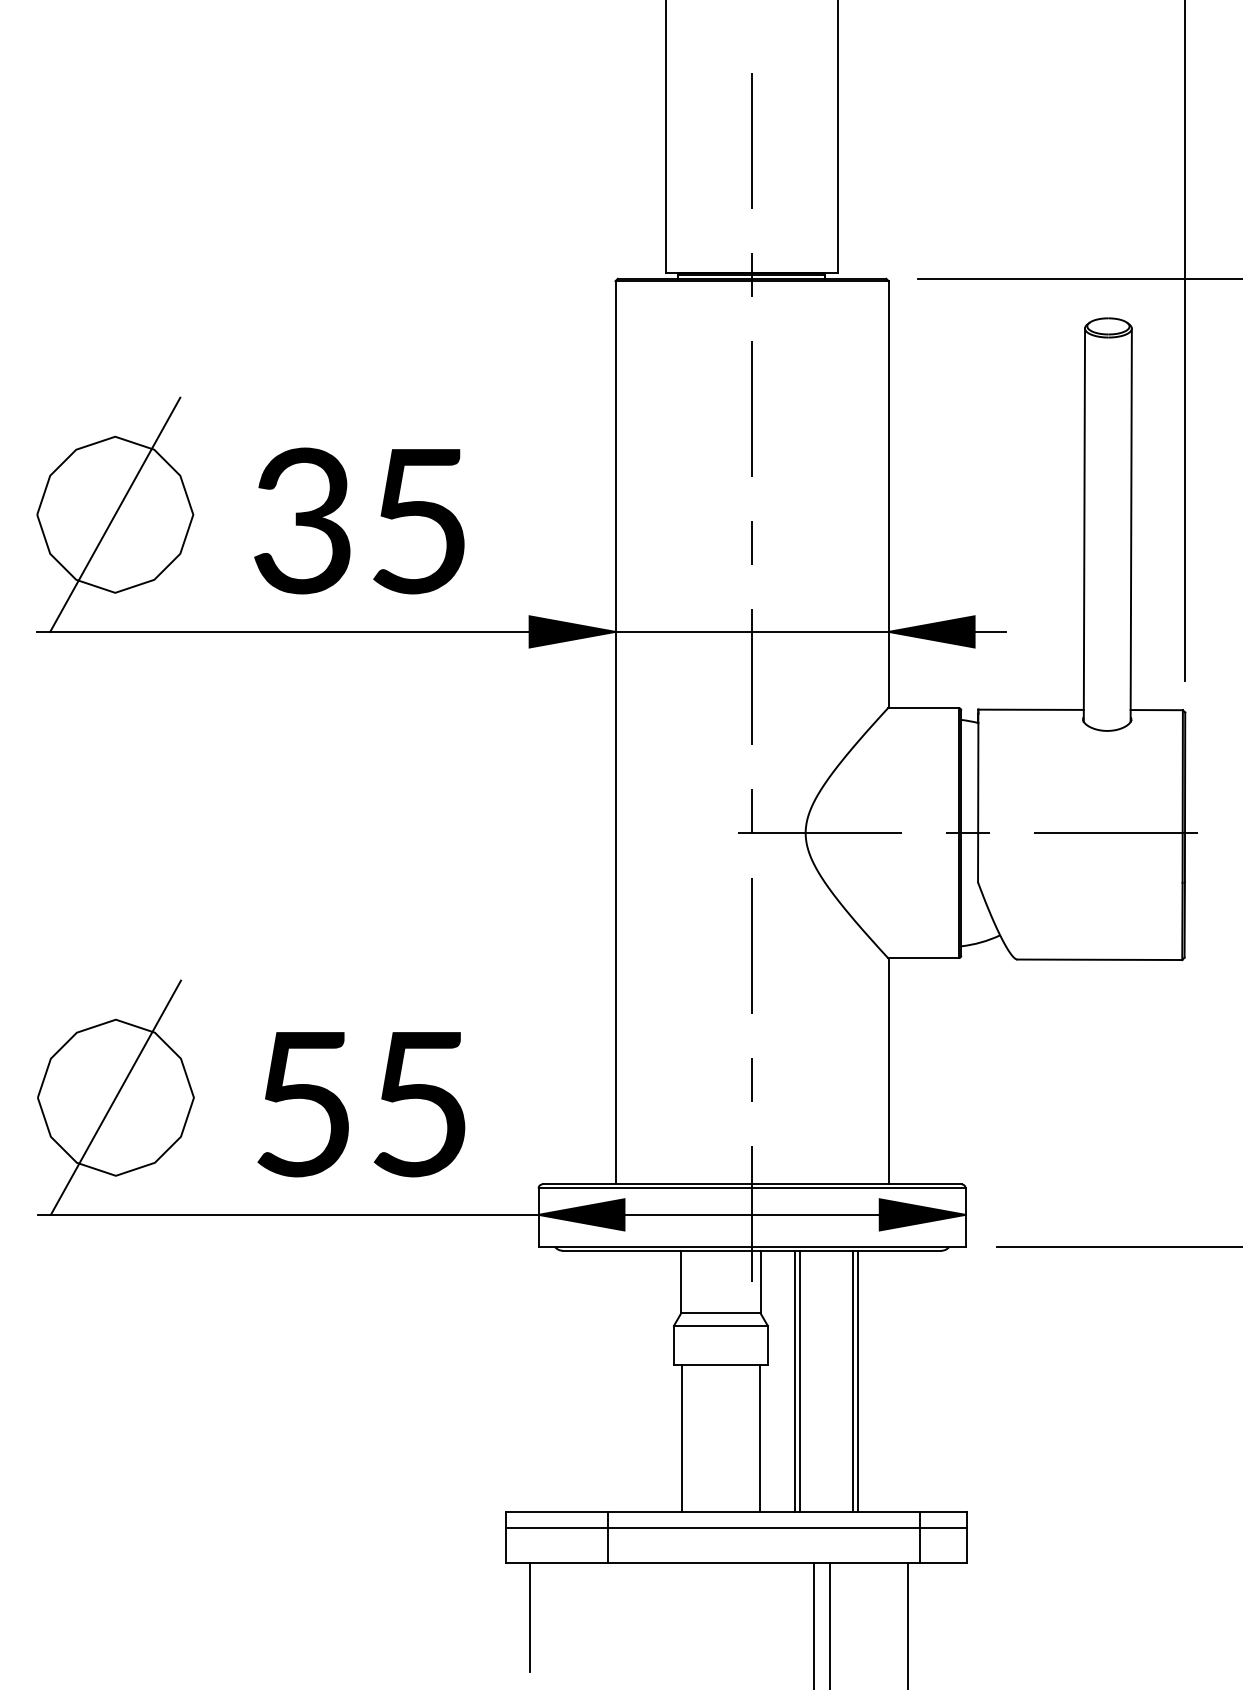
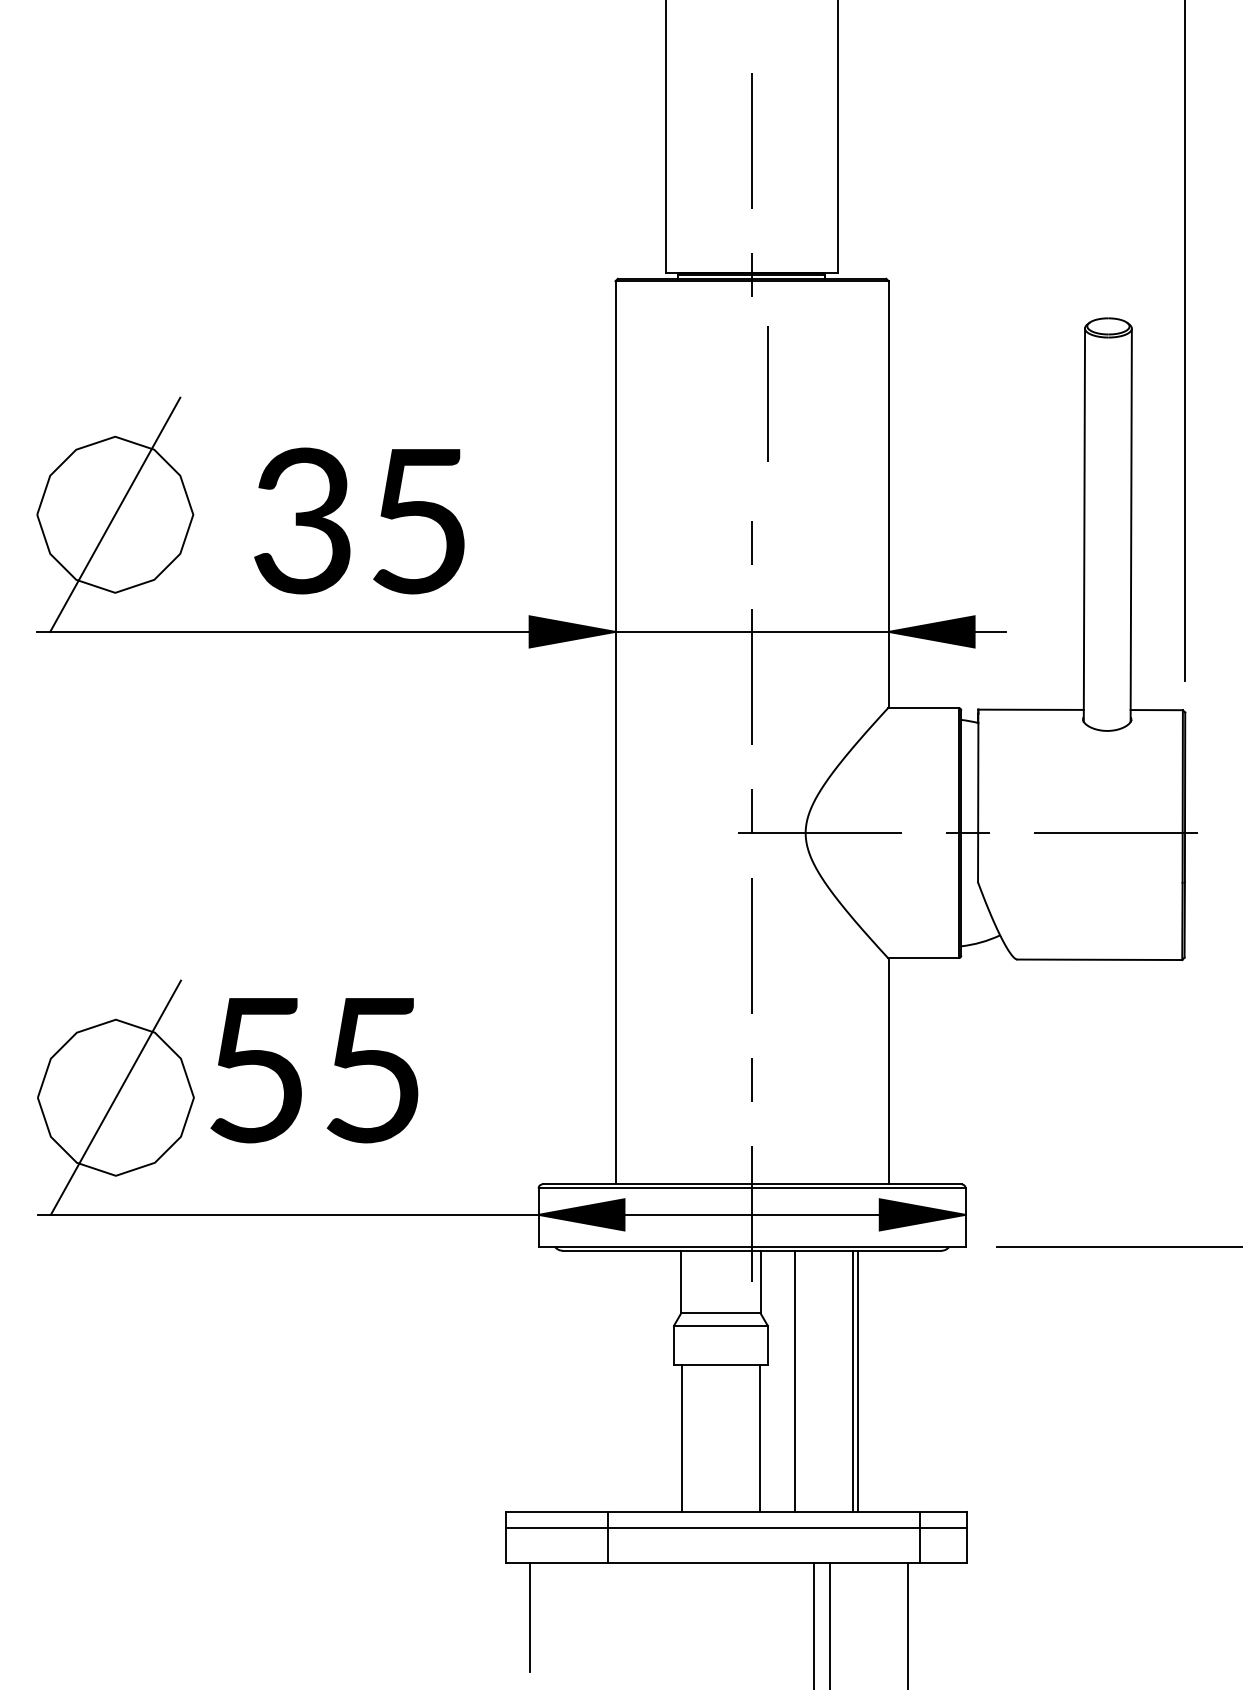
line at (1078, 278): present -> none
line at (751, 408) position: (751, 408) -> (767, 393)
text at (361, 1104) position: (361, 1104) -> (314, 1070)
line at (799, 1381): present -> none
